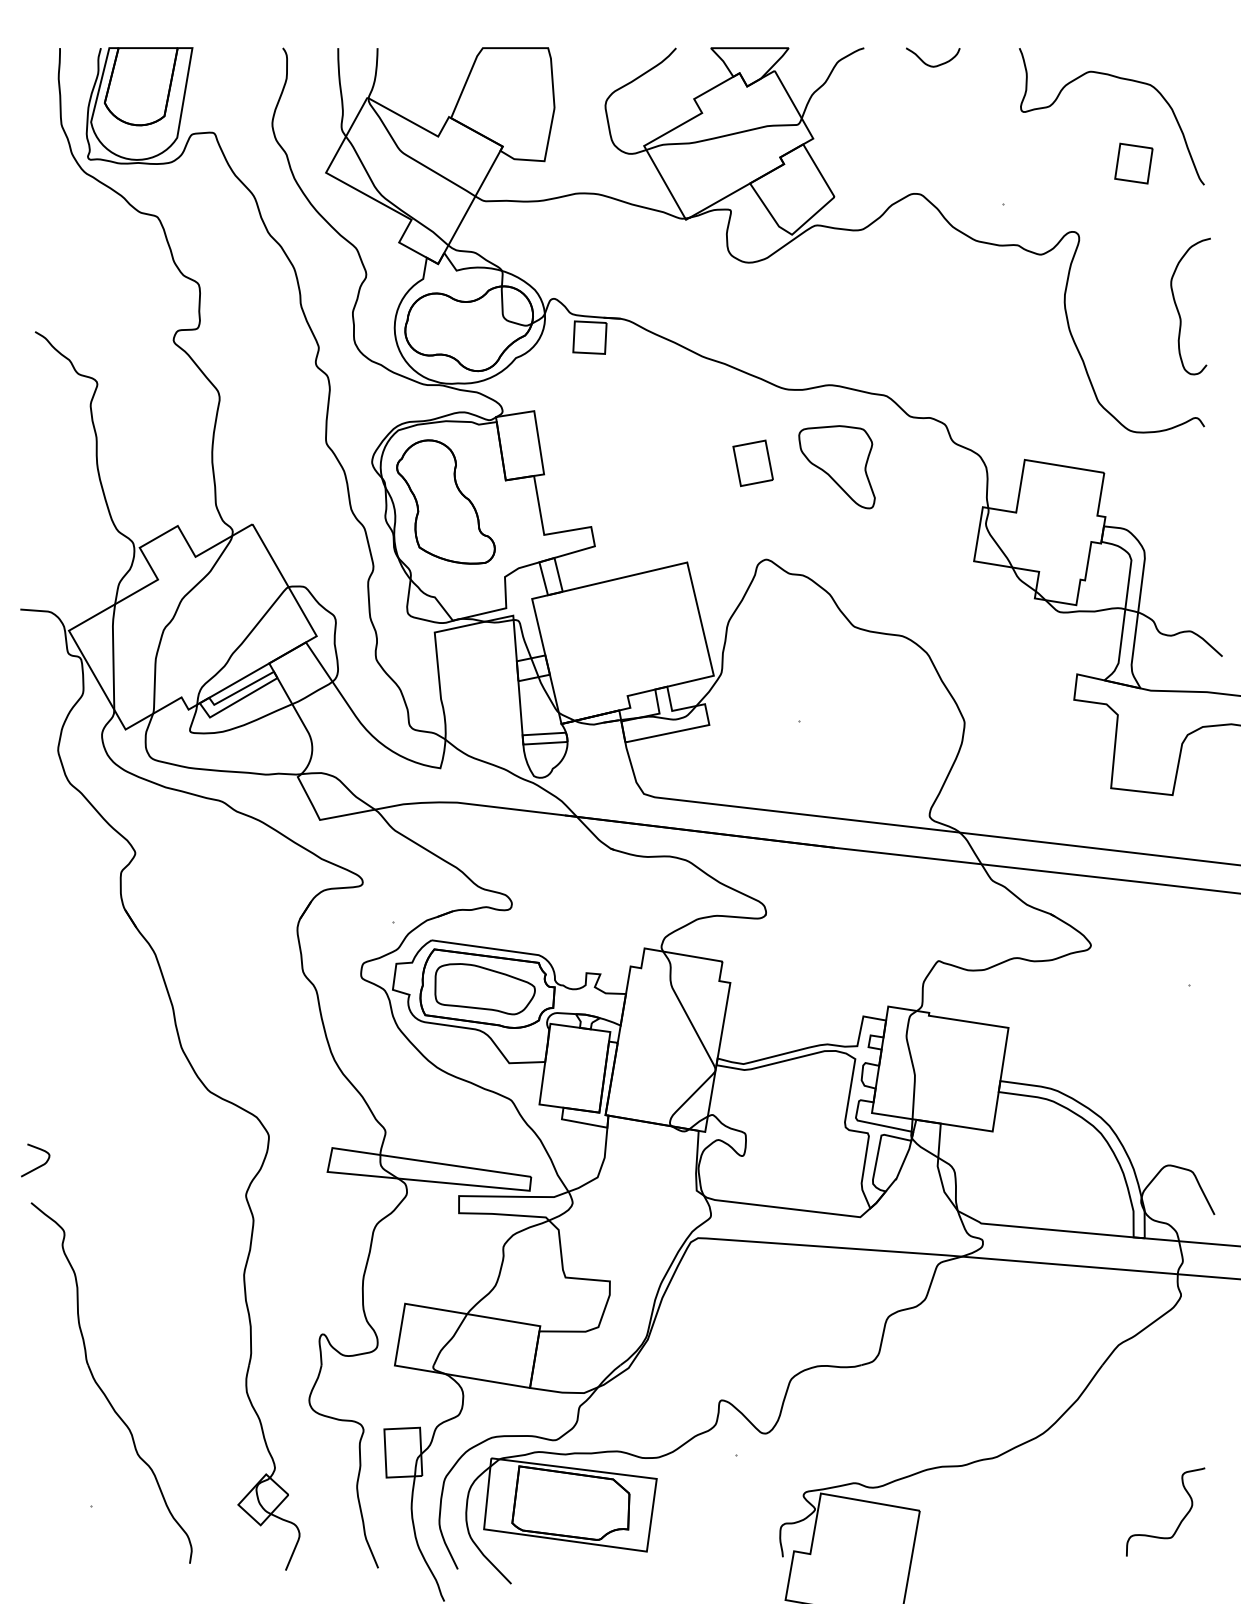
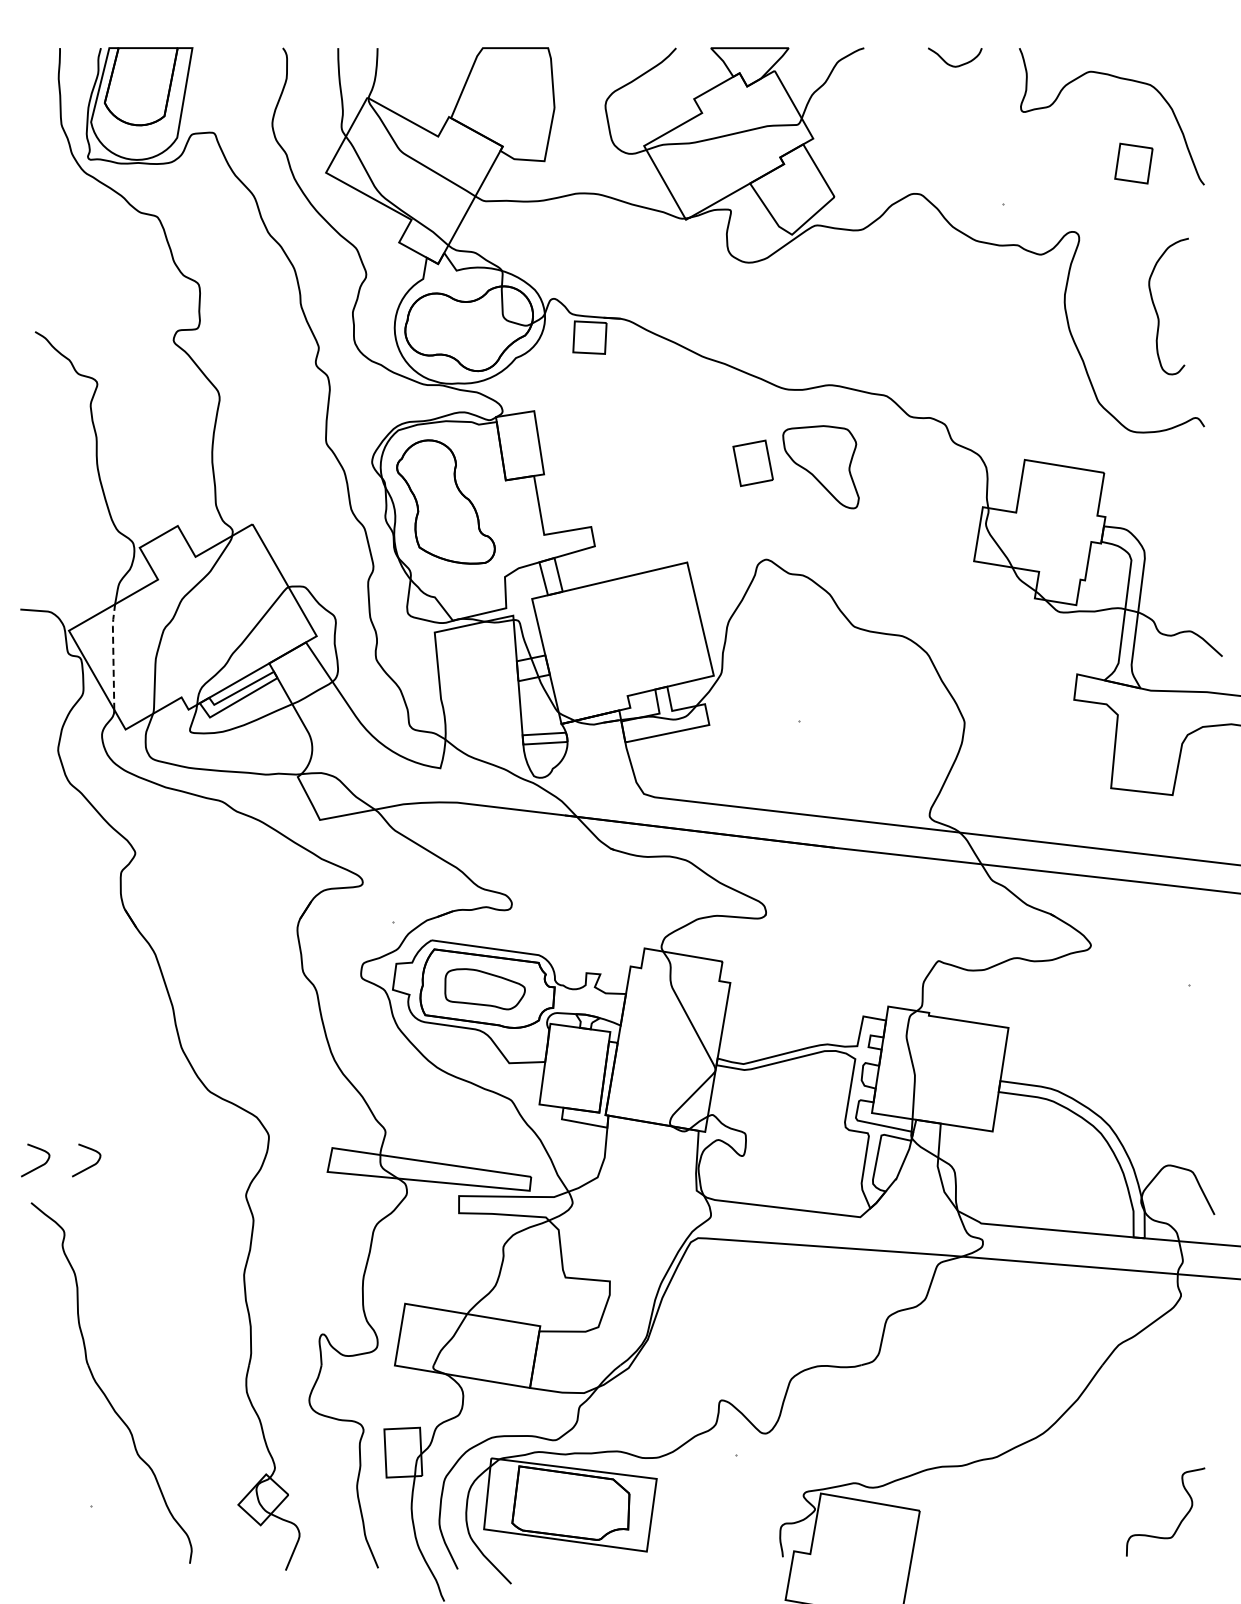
curve at (933, 65) position: (933, 65) -> (955, 65)
curve at (1179, 311) position: (1179, 311) -> (1157, 311)
part at (836, 467) position: (836, 467) -> (820, 467)
line at (113, 655): solid -> dashed
part at (484, 989) size: 102x53 px -> 82x43 px
curve at (88, 1166): none -> present
